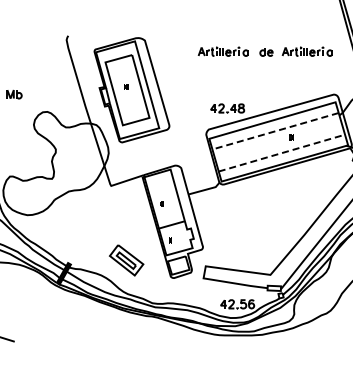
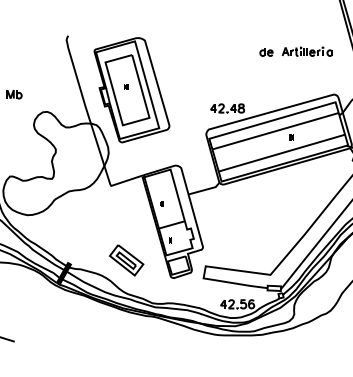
part at (222, 51): present -> none
line at (274, 131): dashed -> solid
line at (280, 153): dashed -> solid
